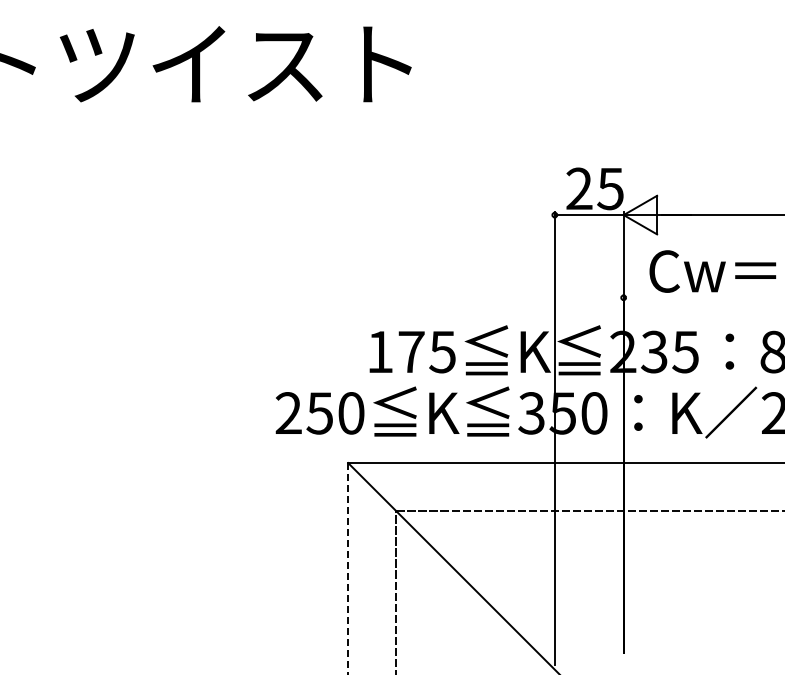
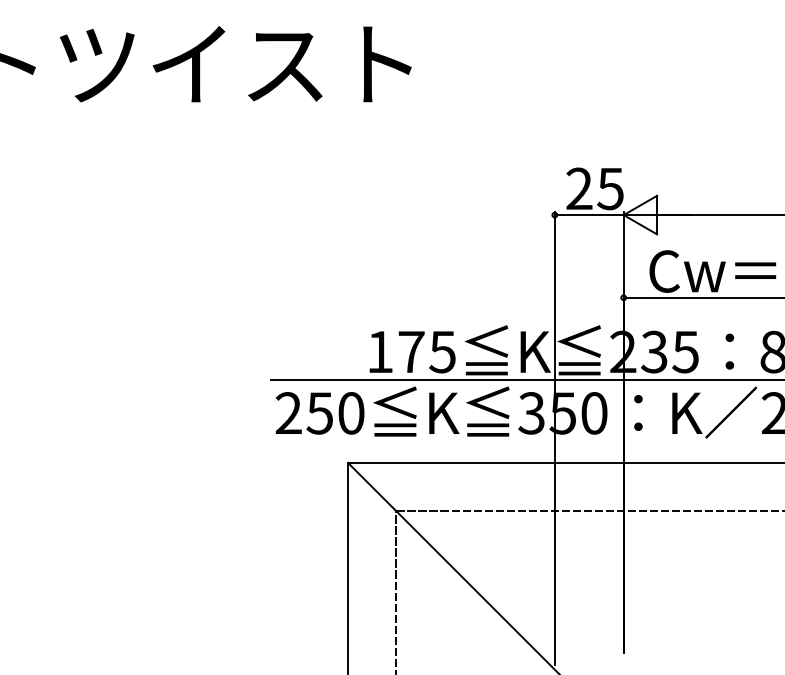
line at (702, 297): none -> present
line at (525, 380): none -> present
line at (348, 568): dashed -> solid
